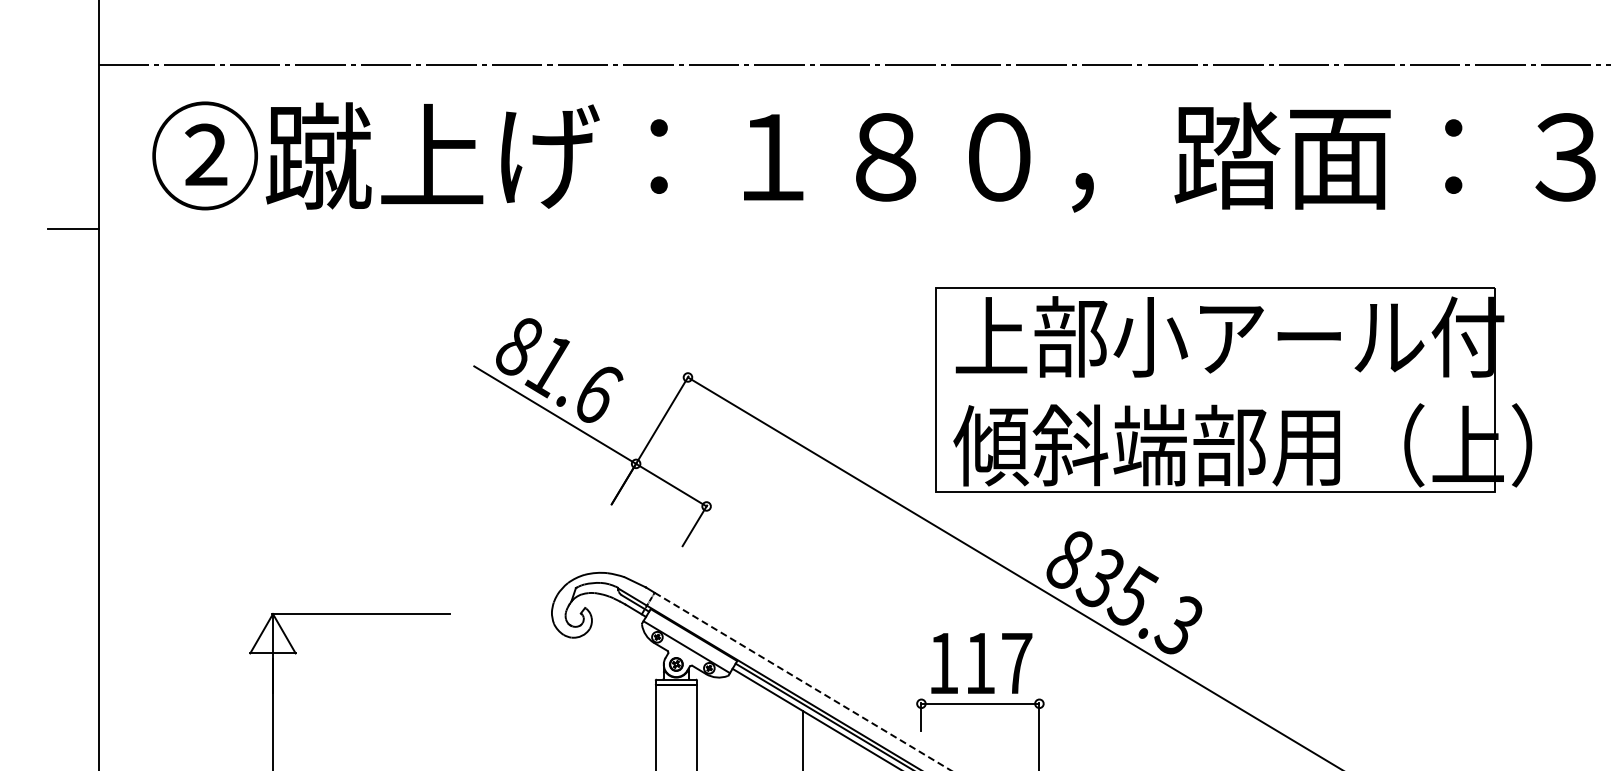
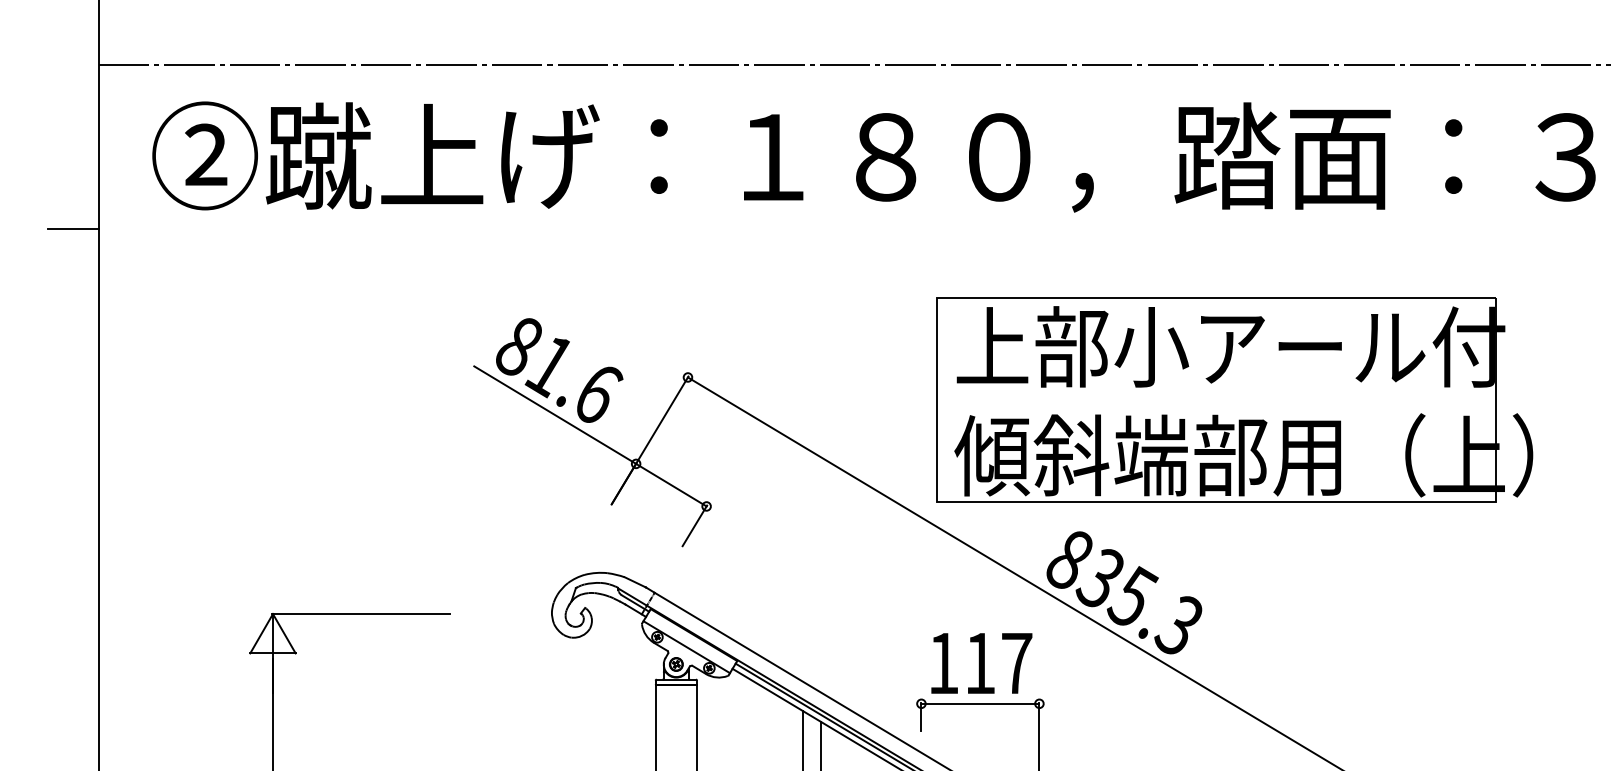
part at (1233, 389) position: (1233, 389) -> (1234, 399)
line at (802, 681): dashed -> solid
line at (820, 744): none -> present
